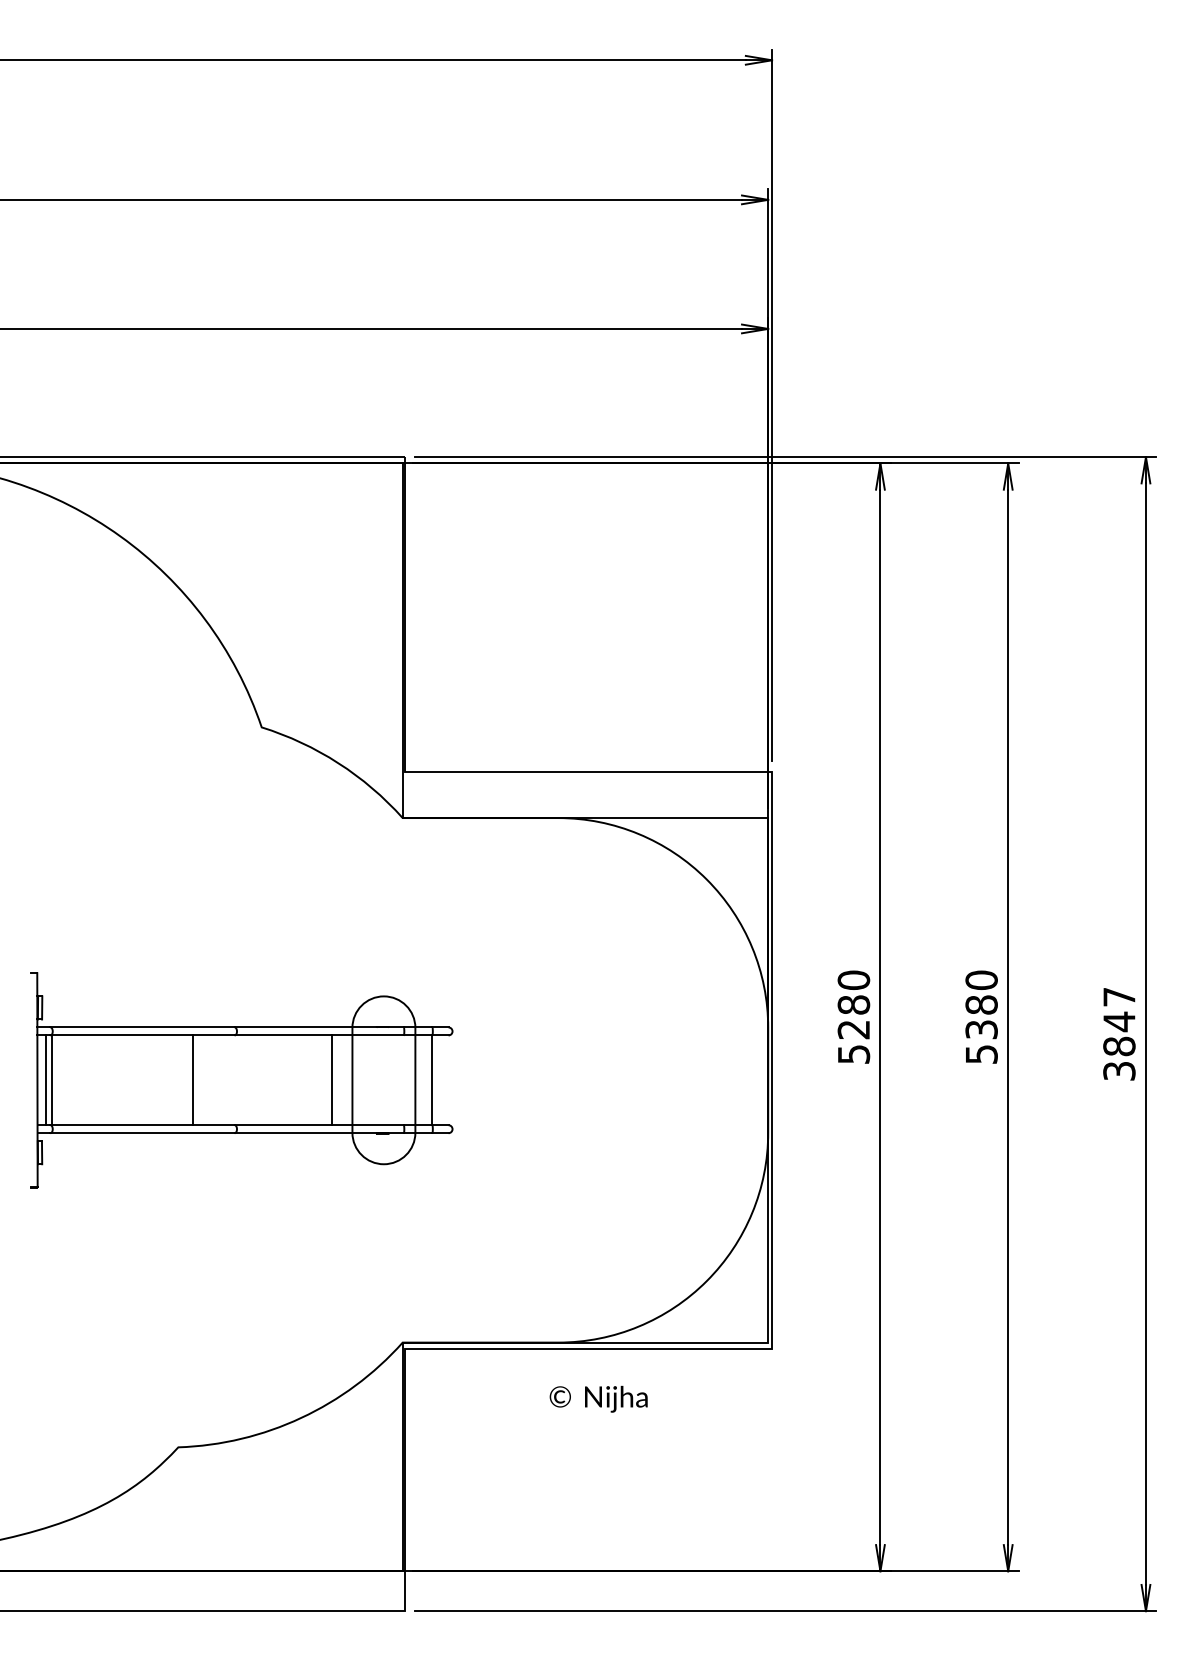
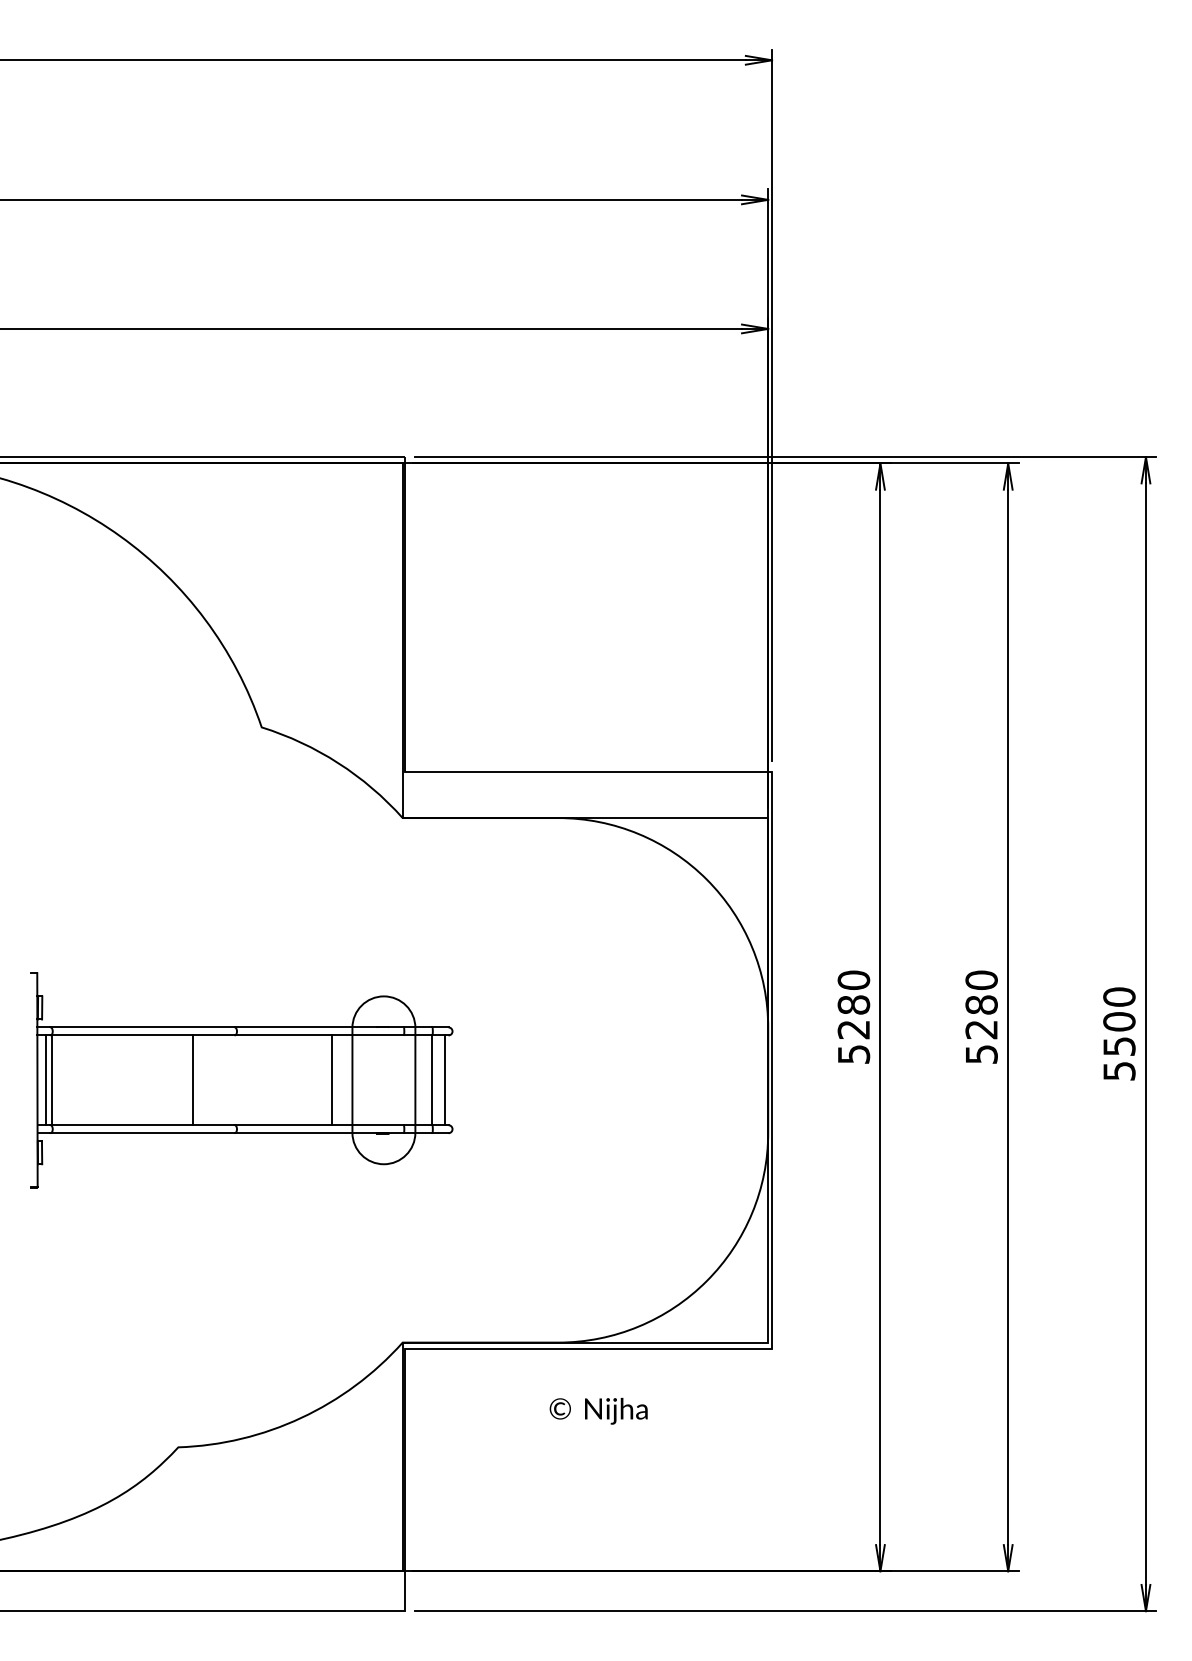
text at (981, 1029): 5380 -> 5280
text at (1119, 1033): 3847 -> 5500
line at (444, 1080): none -> present
text at (598, 1398) position: (598, 1398) -> (598, 1410)
